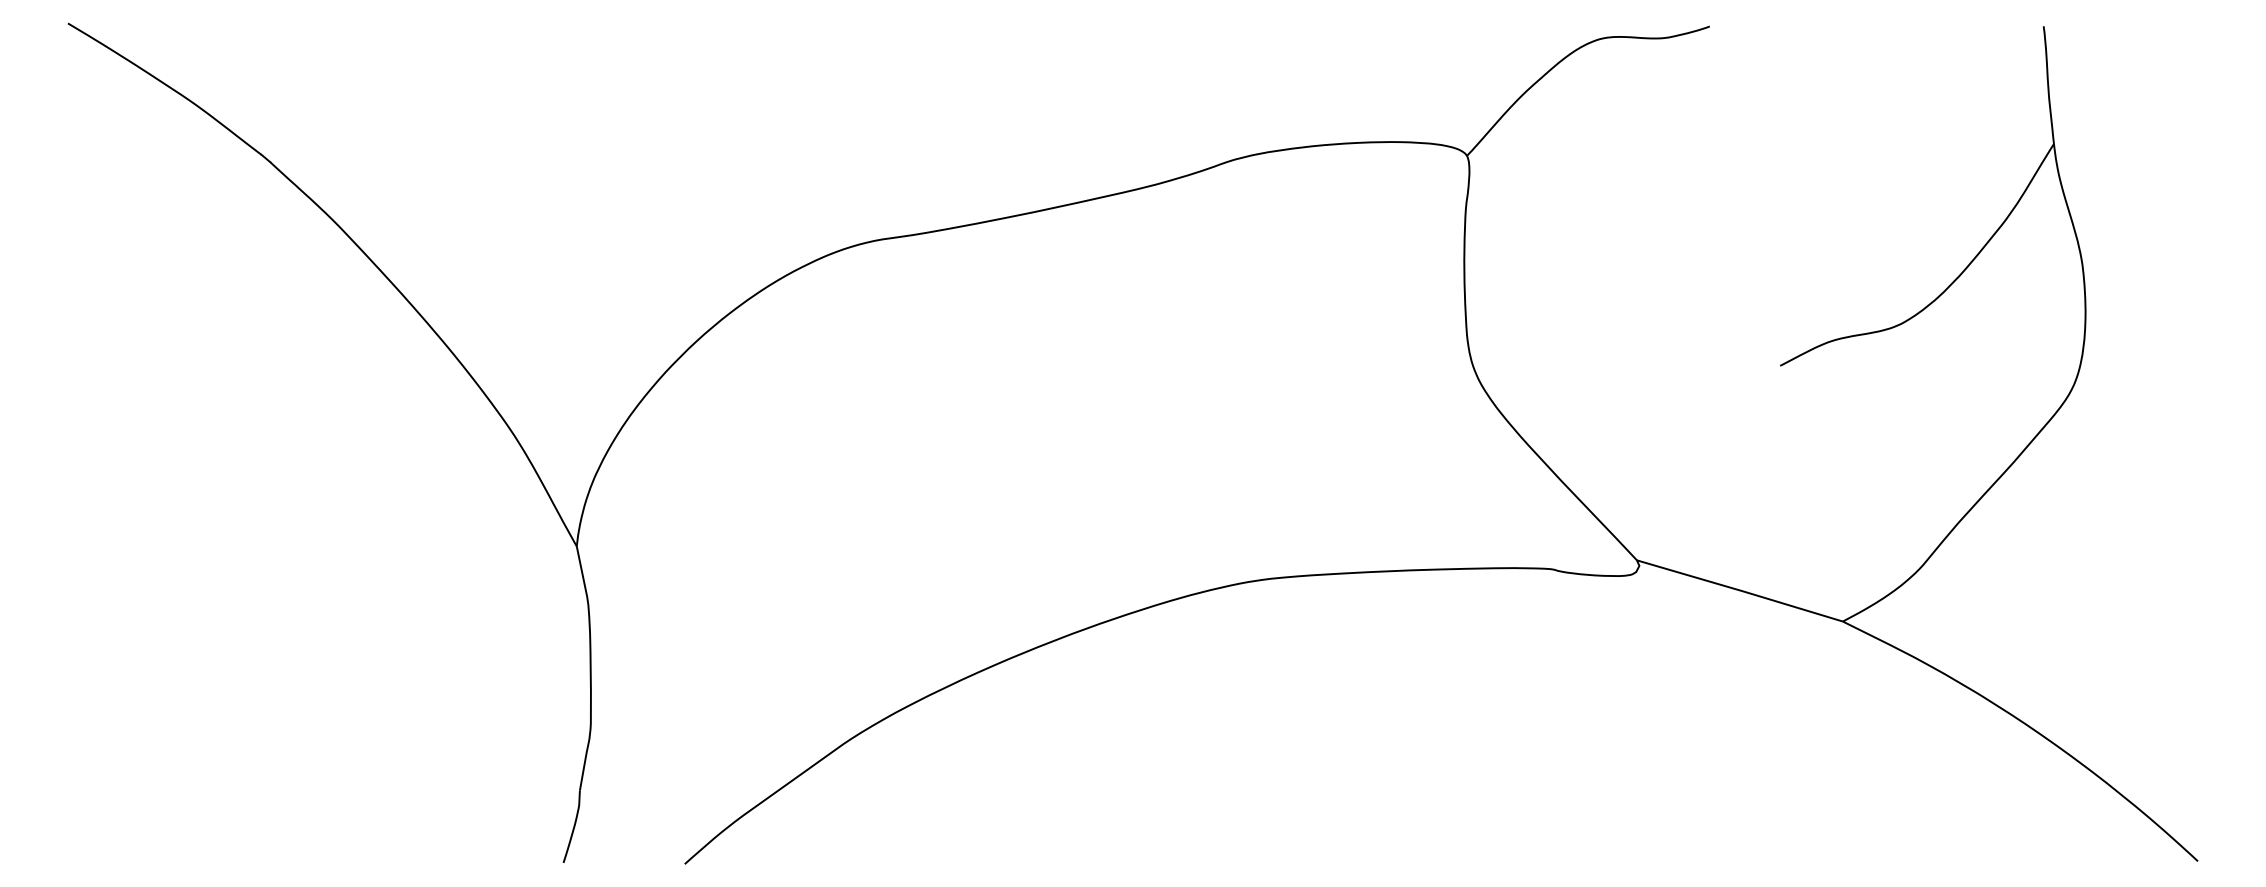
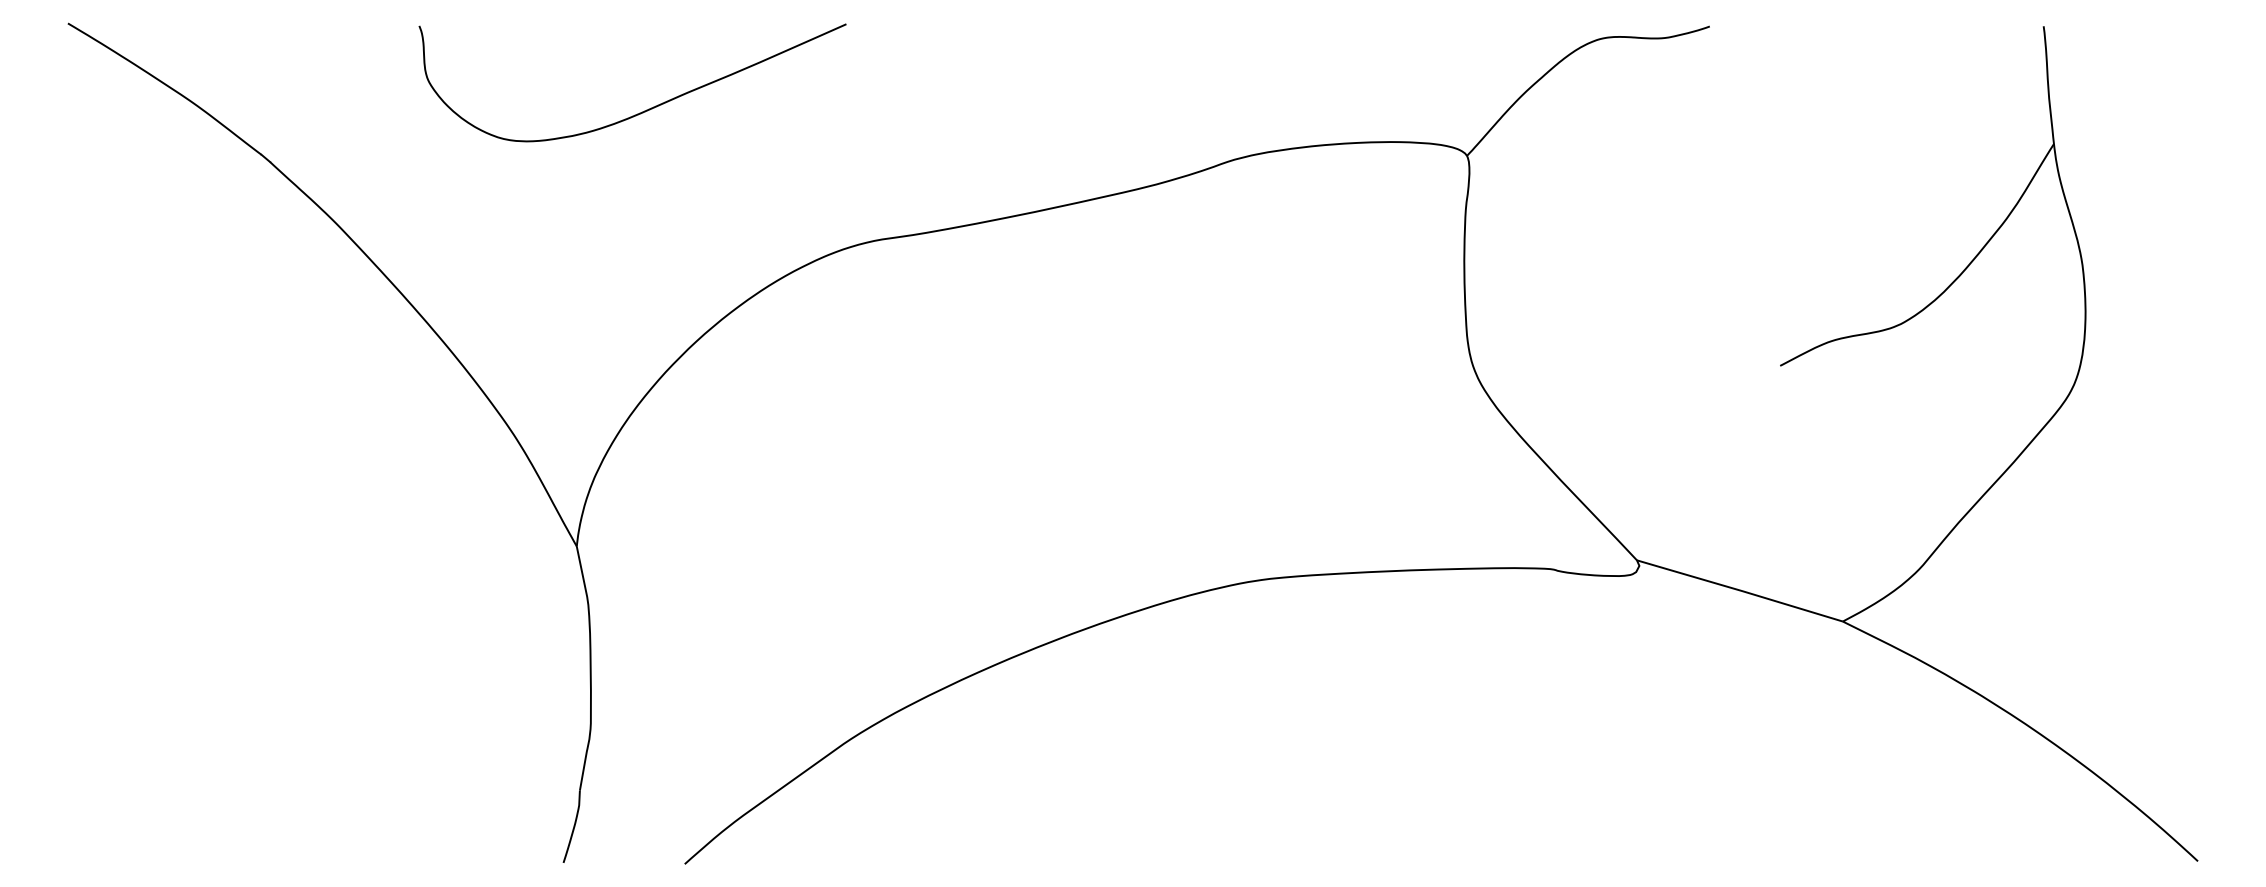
curve at (646, 109): none -> present
